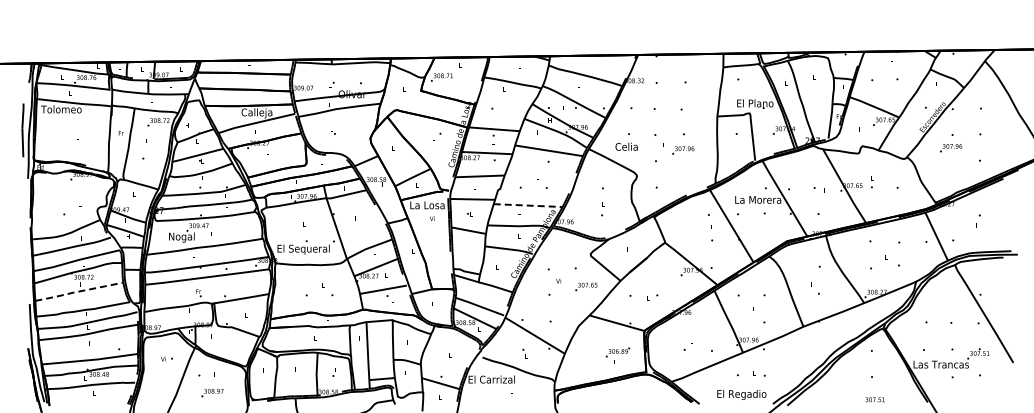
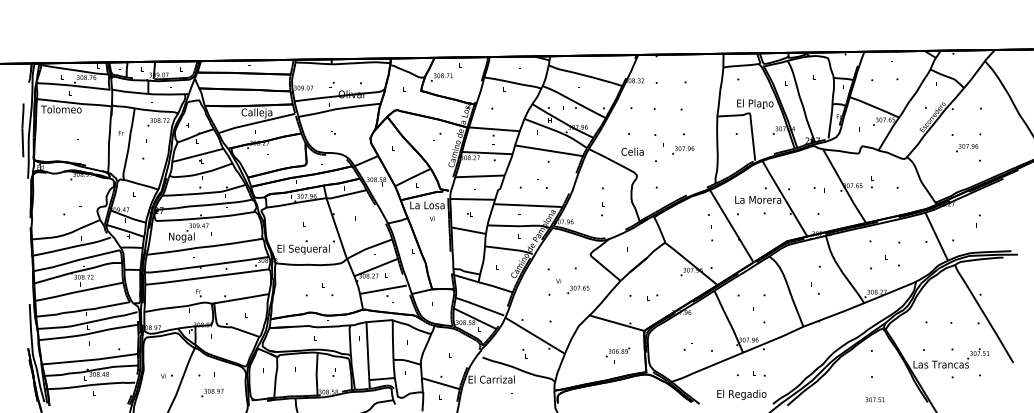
text at (626, 146) position: (626, 146) -> (632, 151)
text at (951, 148) position: (951, 148) -> (967, 148)
line at (528, 205): dashed -> solid
text at (586, 286) position: (586, 286) -> (578, 289)
line at (77, 291): dashed -> solid
text at (166, 358) position: (166, 358) -> (166, 375)
